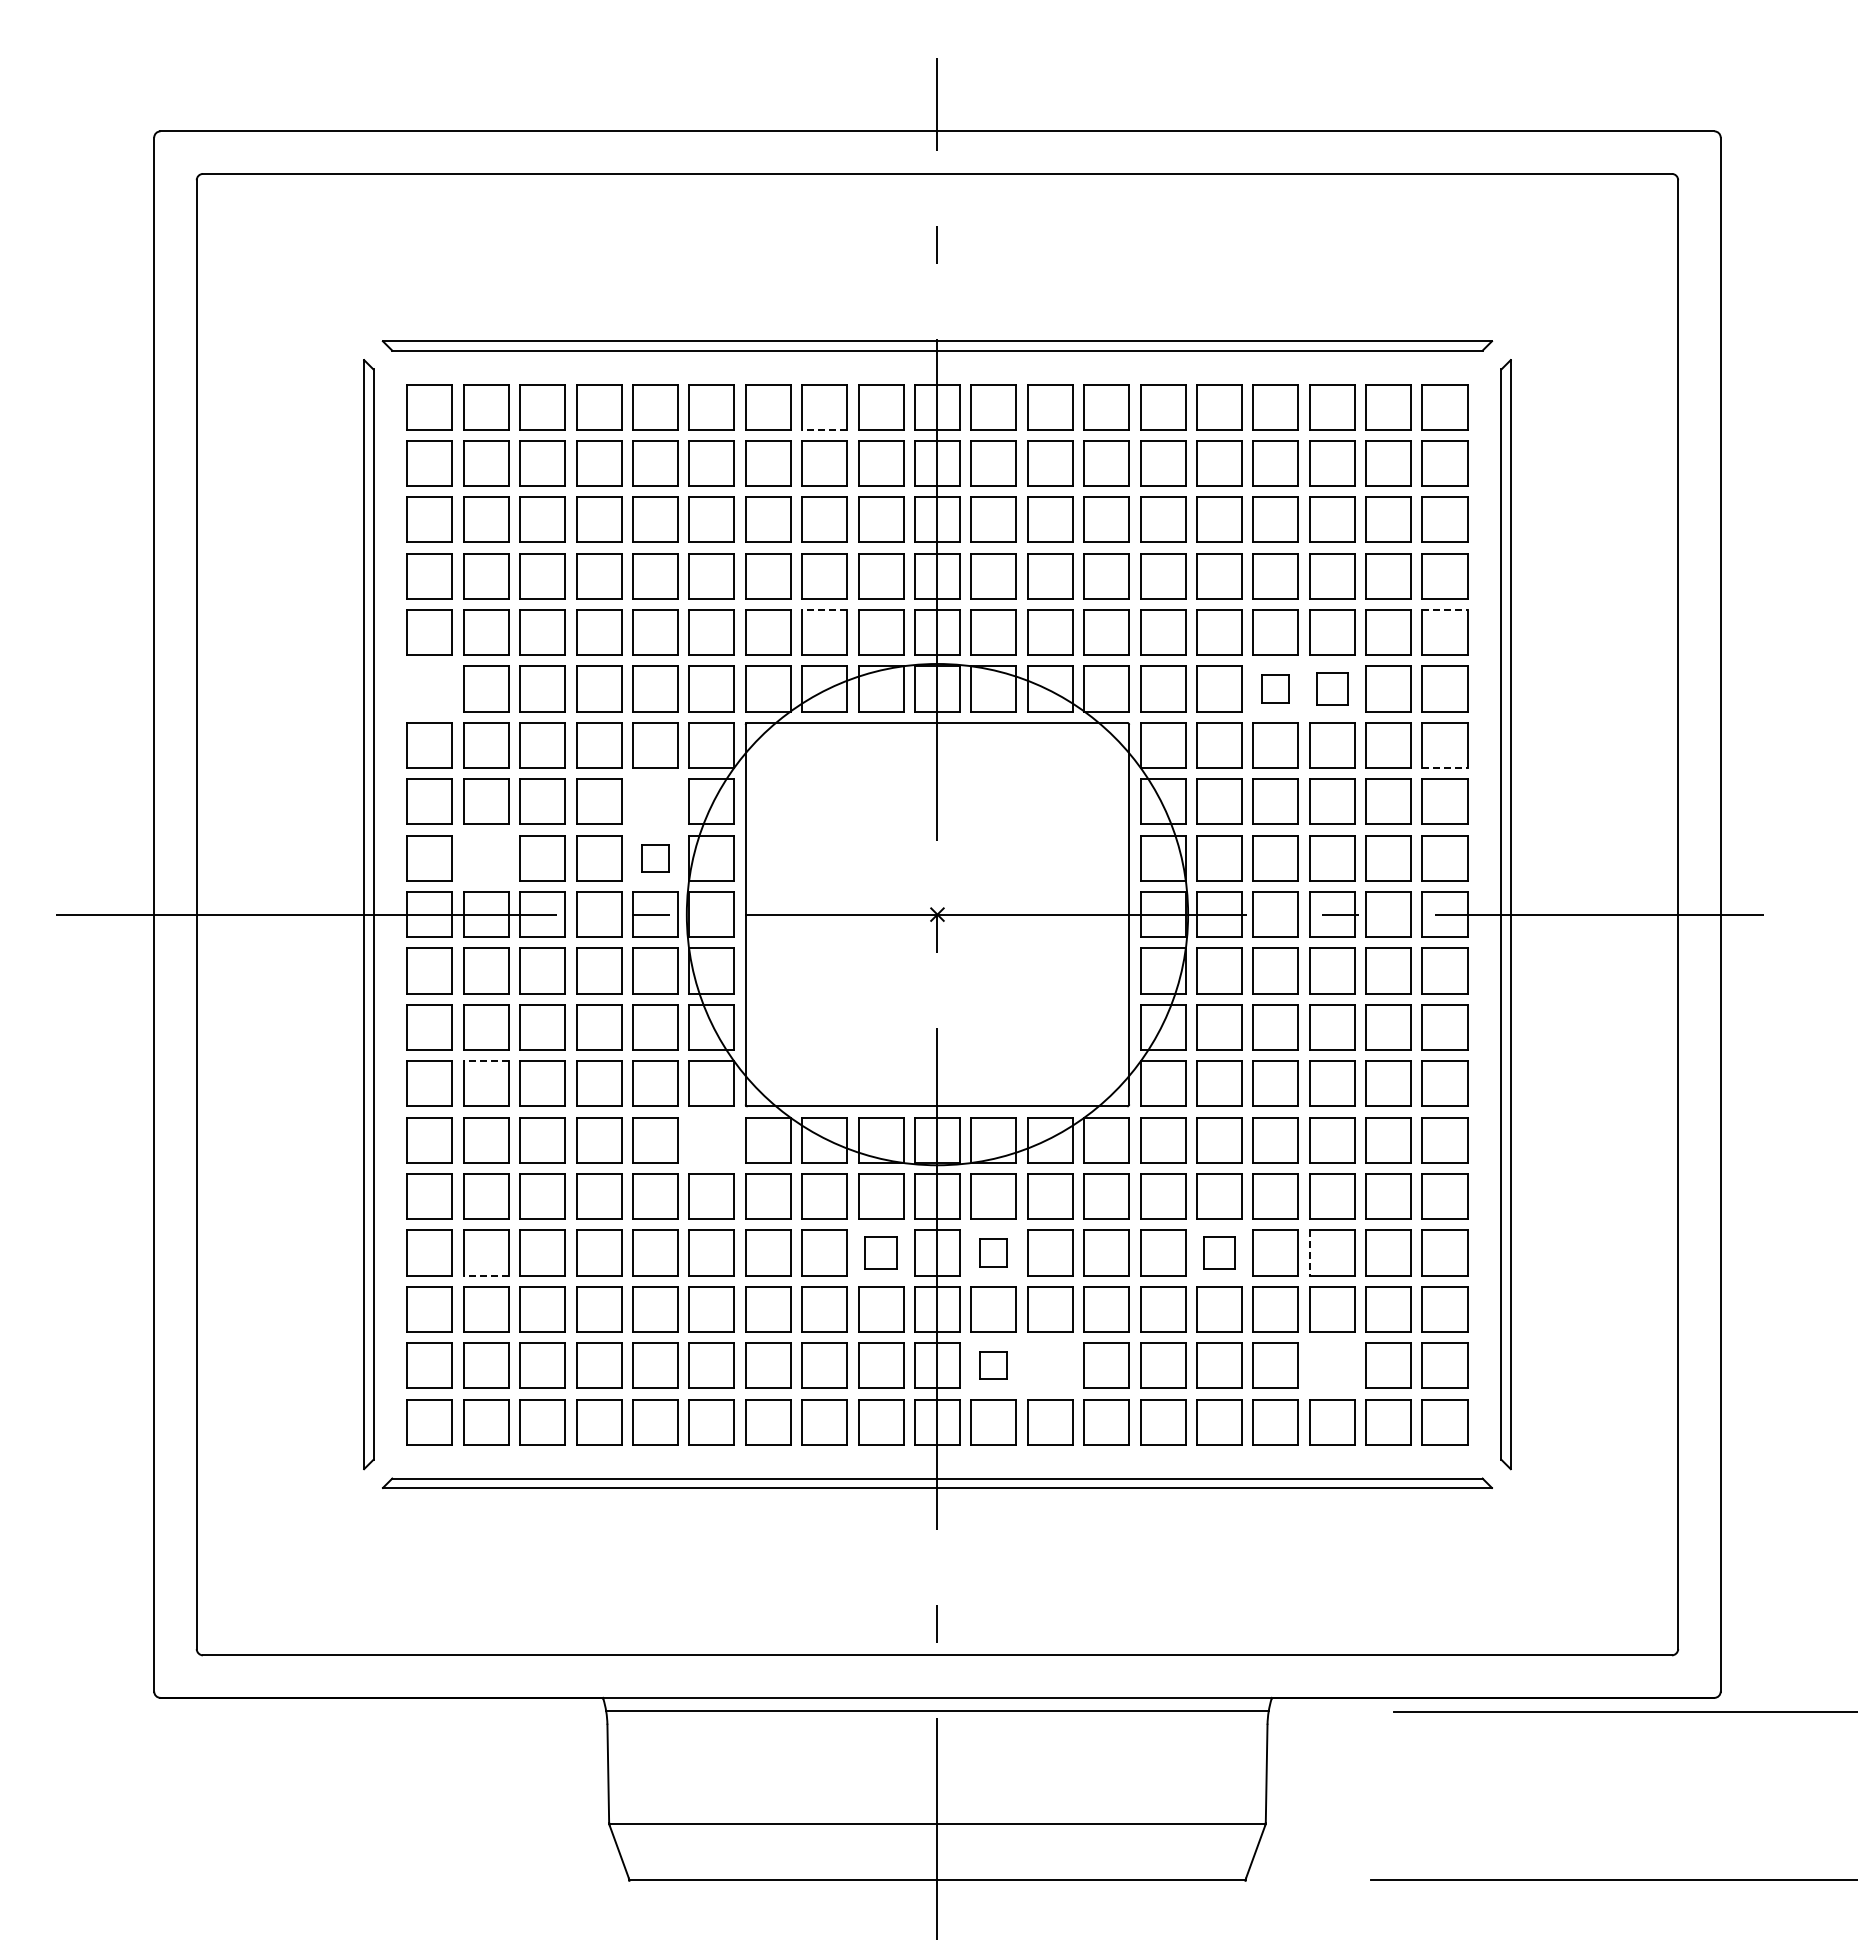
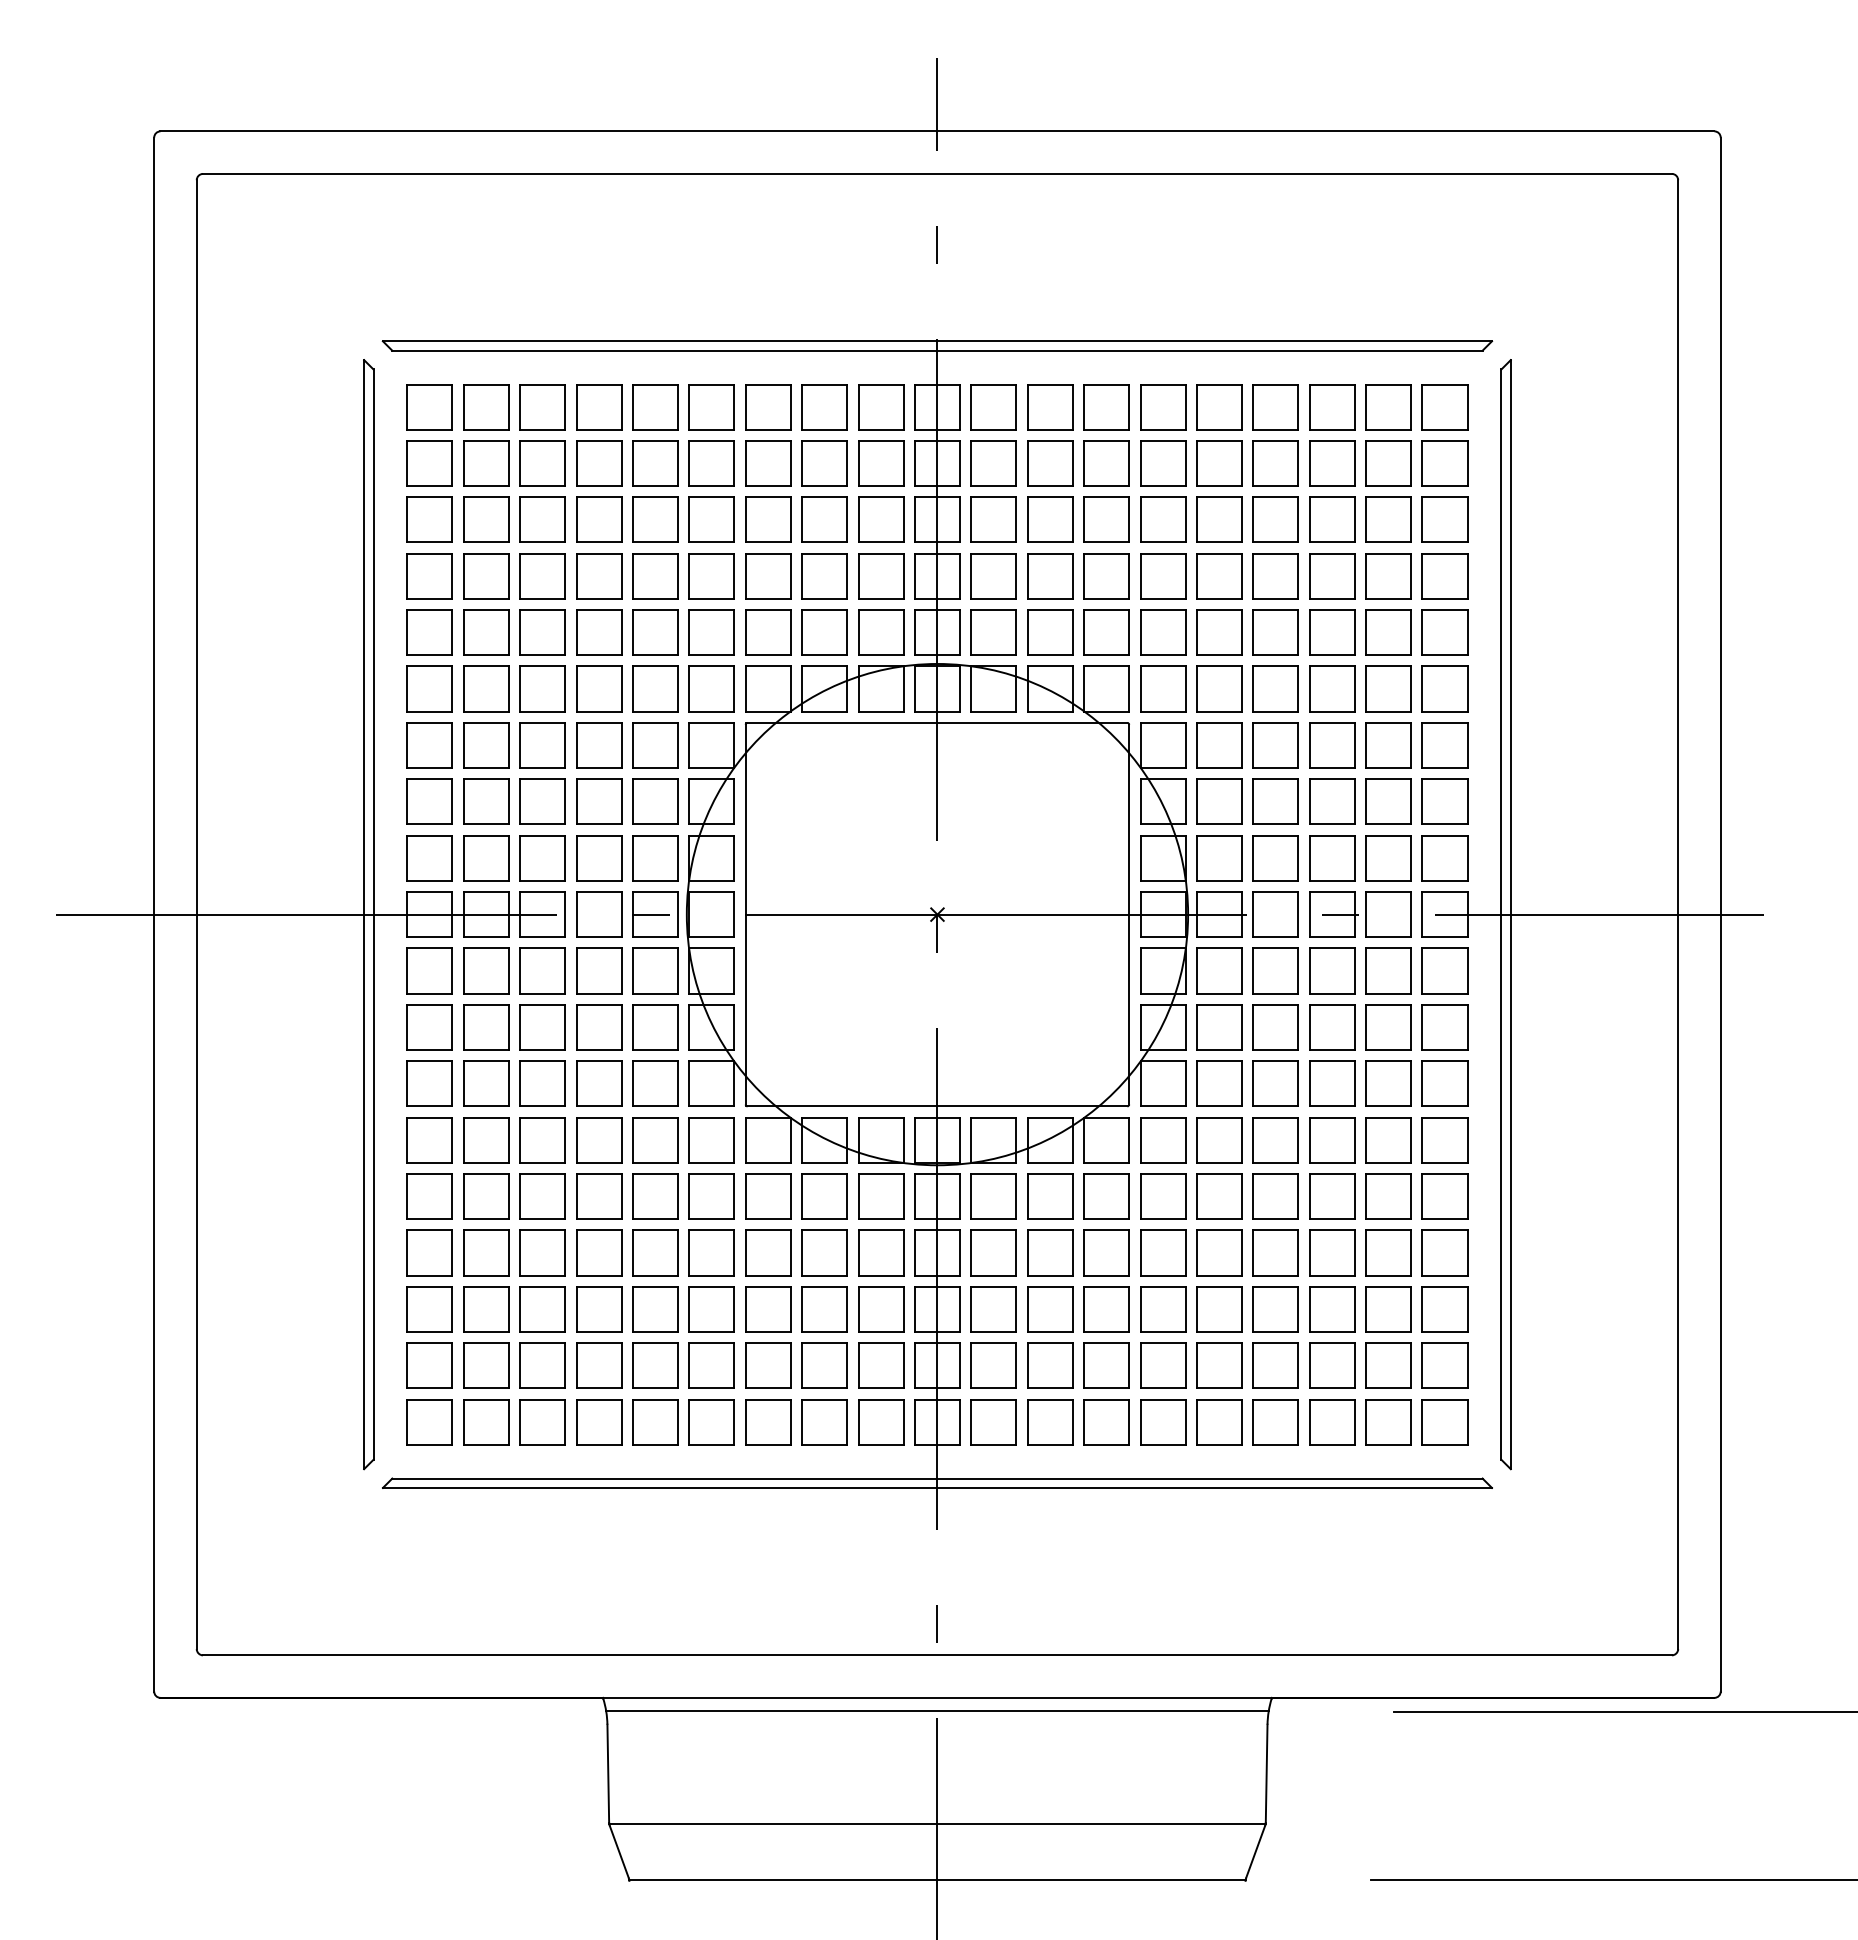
line at (824, 429): dashed -> solid
line at (824, 610): dashed -> solid
line at (1445, 610): dashed -> solid
part at (429, 688): none -> present
part at (1275, 688) size: 29x30 px -> 47x48 px
part at (1332, 688) size: 33x34 px -> 47x48 px
line at (1445, 768): dashed -> solid
part at (655, 801): none -> present
part at (486, 858): none -> present
part at (655, 858) size: 29x29 px -> 47x47 px
line at (486, 1061): dashed -> solid
part at (711, 1140): none -> present
part at (880, 1252) size: 34x34 px -> 47x48 px
part at (993, 1252) size: 29x30 px -> 47x48 px
part at (1219, 1252) size: 33x34 px -> 47x48 px
line at (1309, 1253): dashed -> solid
line at (486, 1275): dashed -> solid
part at (993, 1365) size: 29x29 px -> 47x47 px
part at (1050, 1365): none -> present
part at (1332, 1365): none -> present
